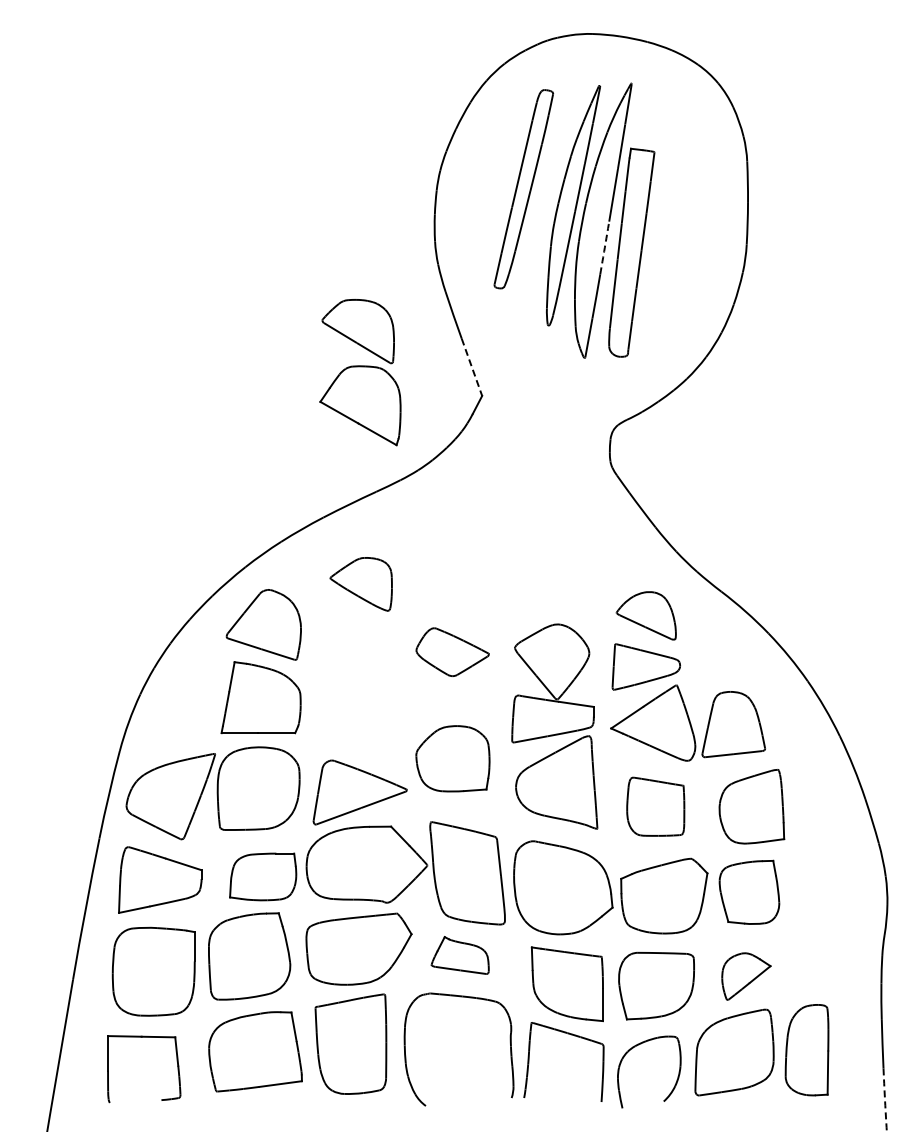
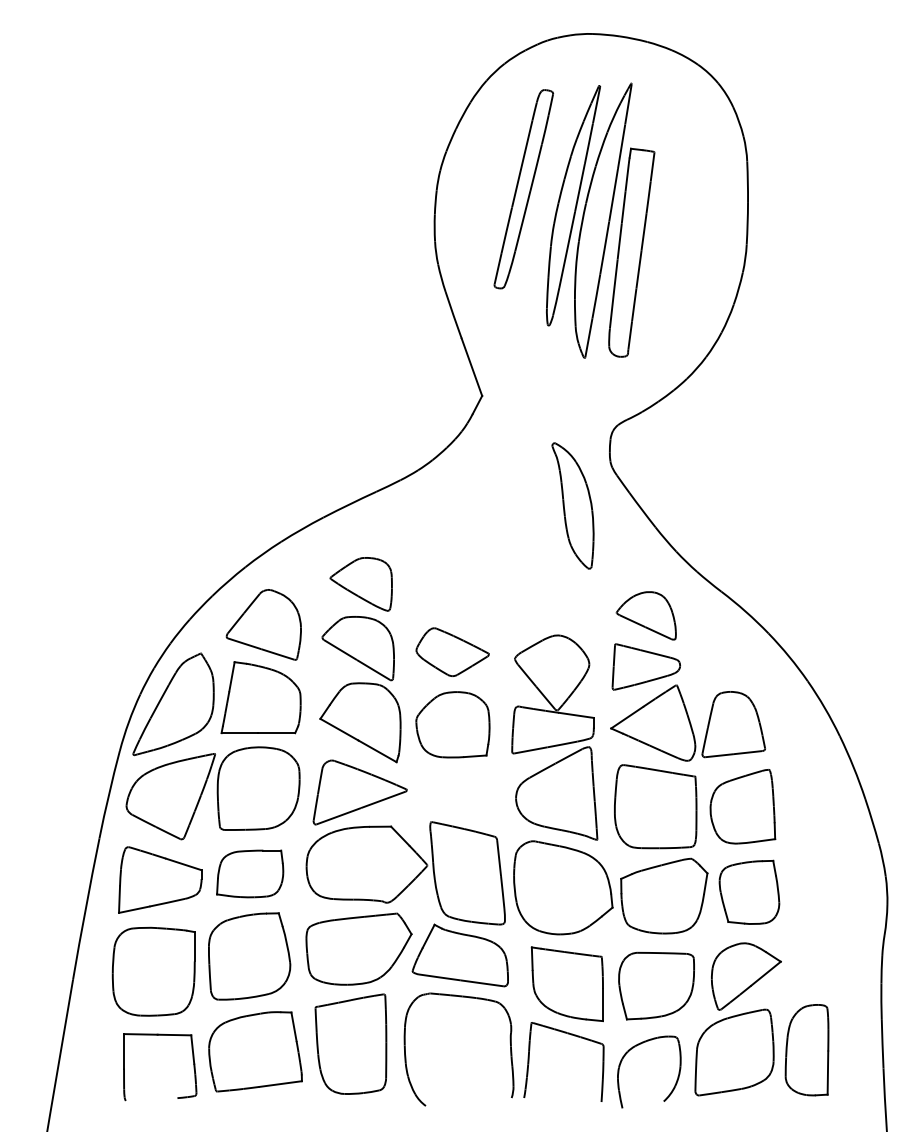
arc at (604, 247): dashed -> solid
line at (472, 367): dashed -> solid
part at (360, 372) position: (360, 372) -> (360, 689)
part at (572, 505): none -> present
part at (173, 704): none -> present
part at (554, 726) position: (554, 726) -> (554, 737)
part at (452, 758) position: (452, 758) -> (452, 724)
part at (655, 806) size: 60x61 px -> 84x86 px
part at (751, 806) position: (751, 806) -> (742, 806)
part at (263, 876) position: (263, 876) -> (250, 873)
part at (459, 955) size: 60x39 px -> 98x65 px
part at (746, 976) size: 51x49 px -> 71x69 px
part at (144, 1037) position: (144, 1037) -> (160, 1035)
arc at (885, 1099): dashed -> solid
